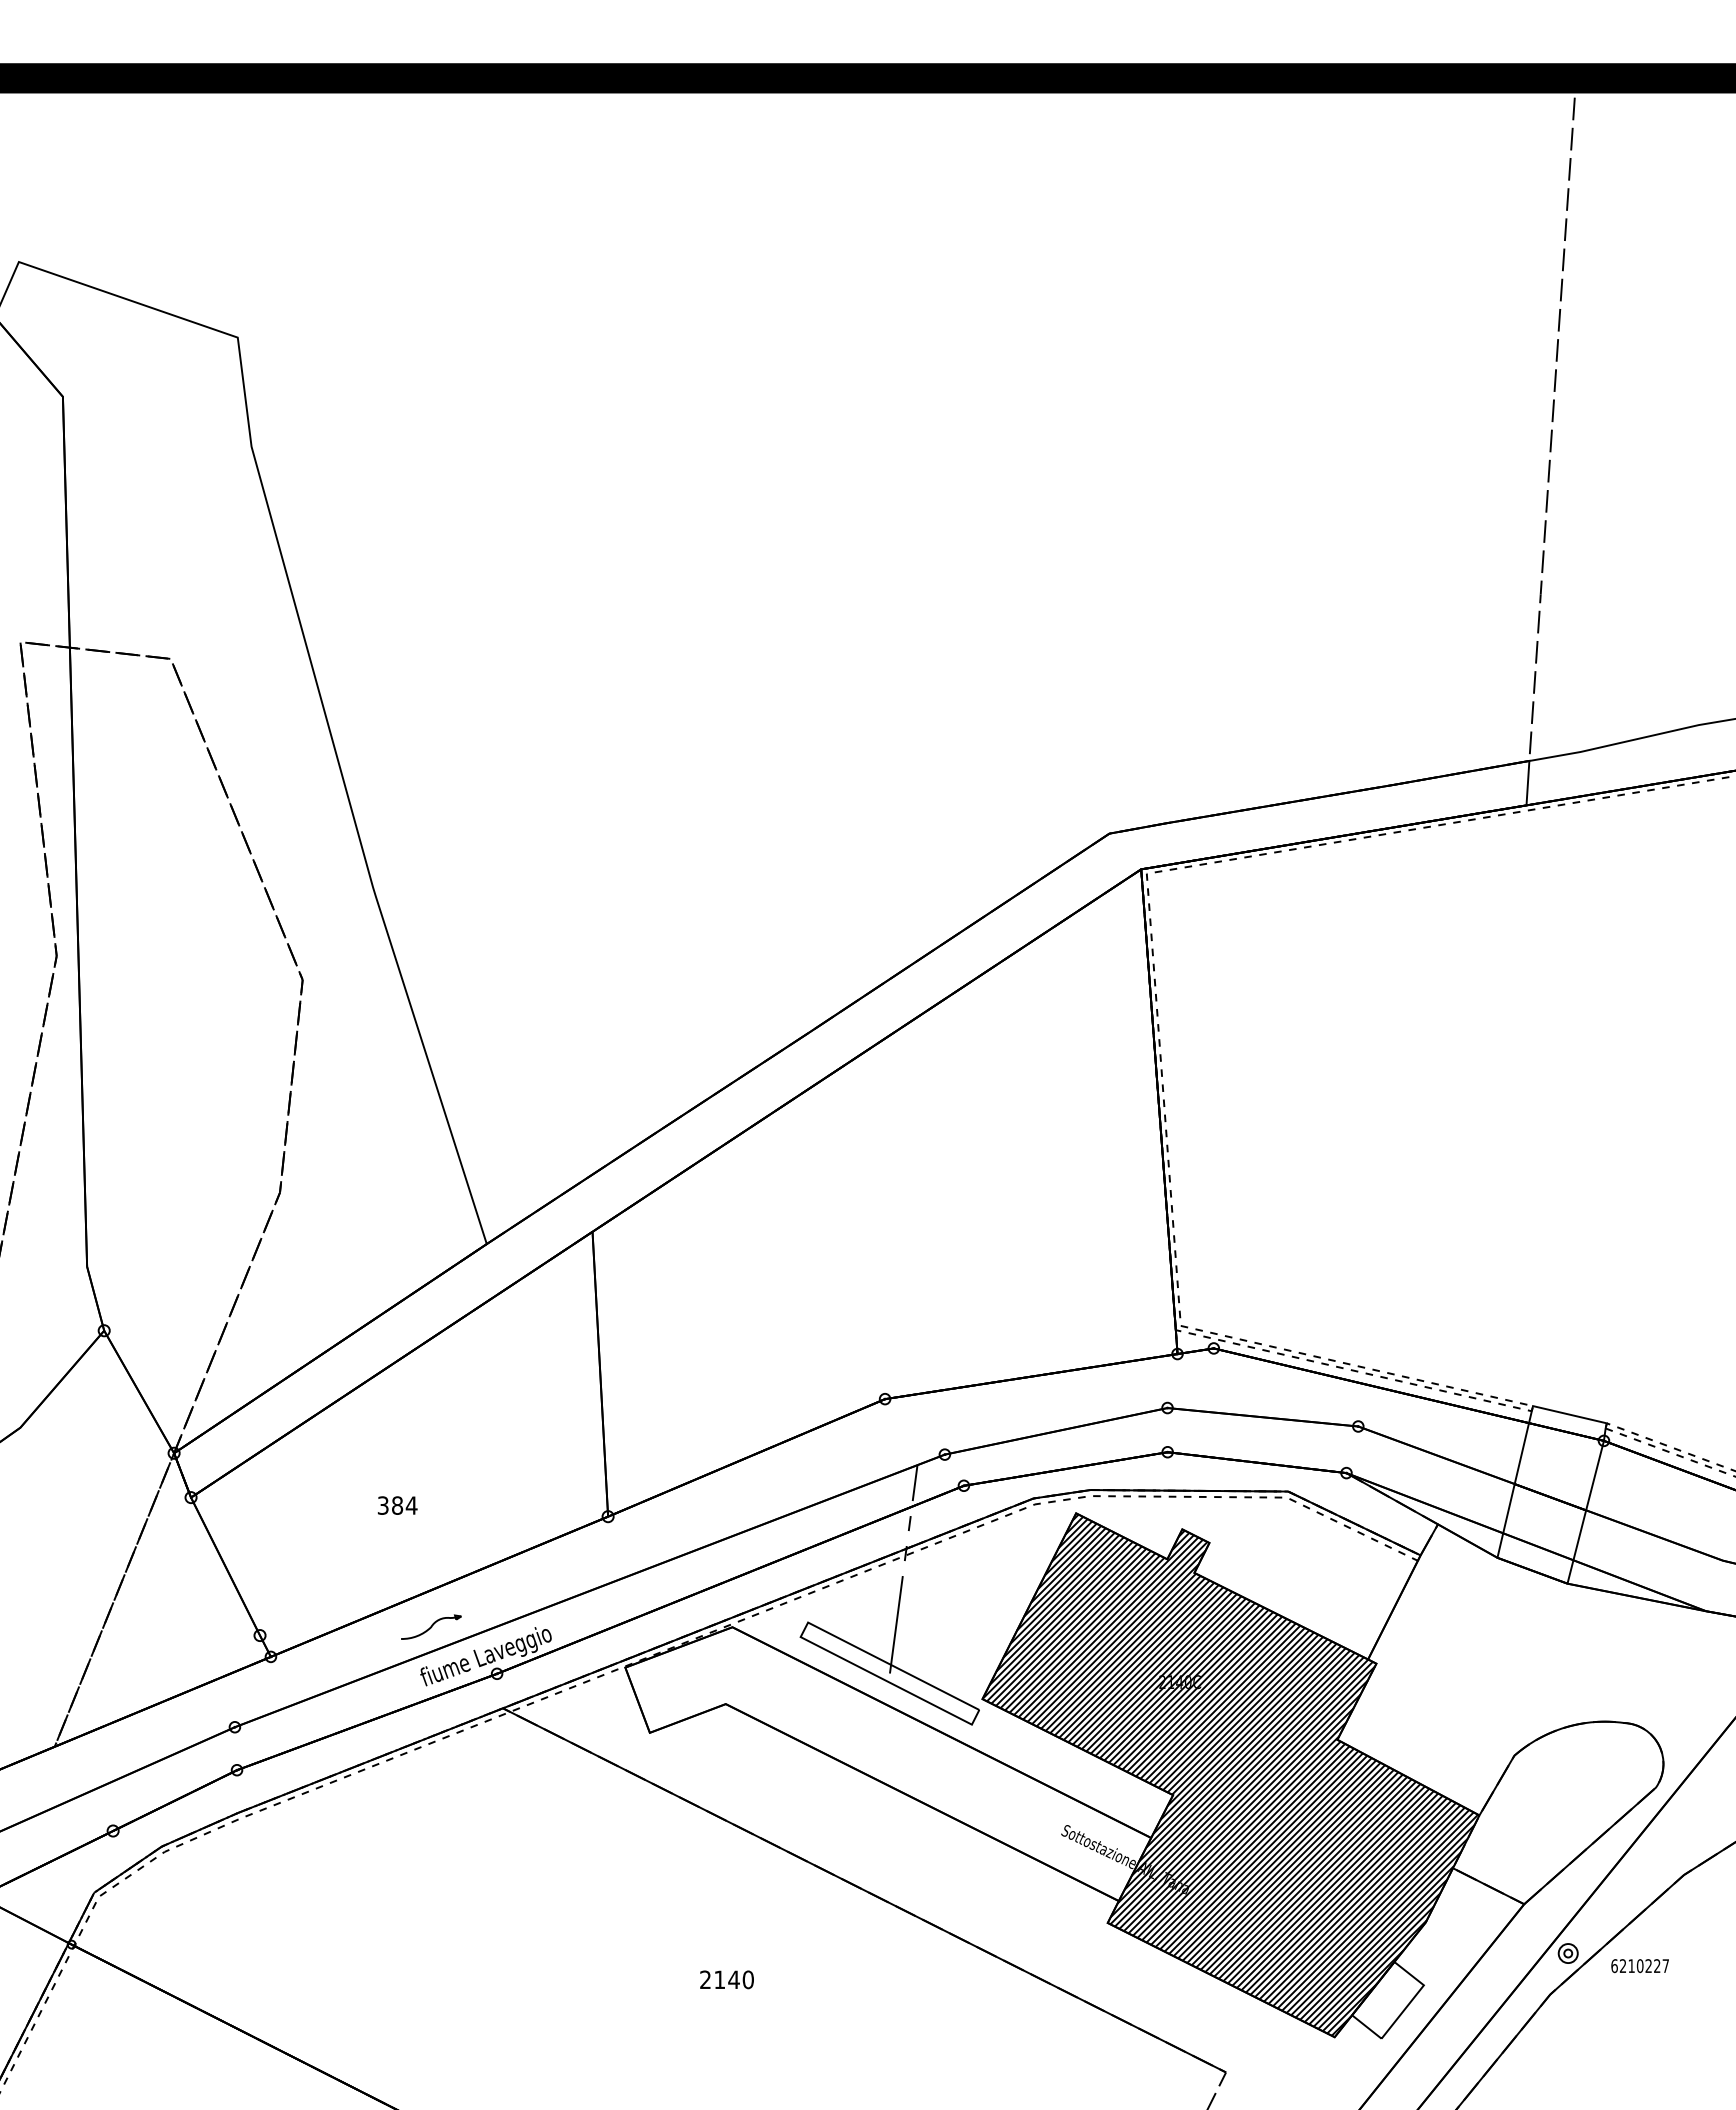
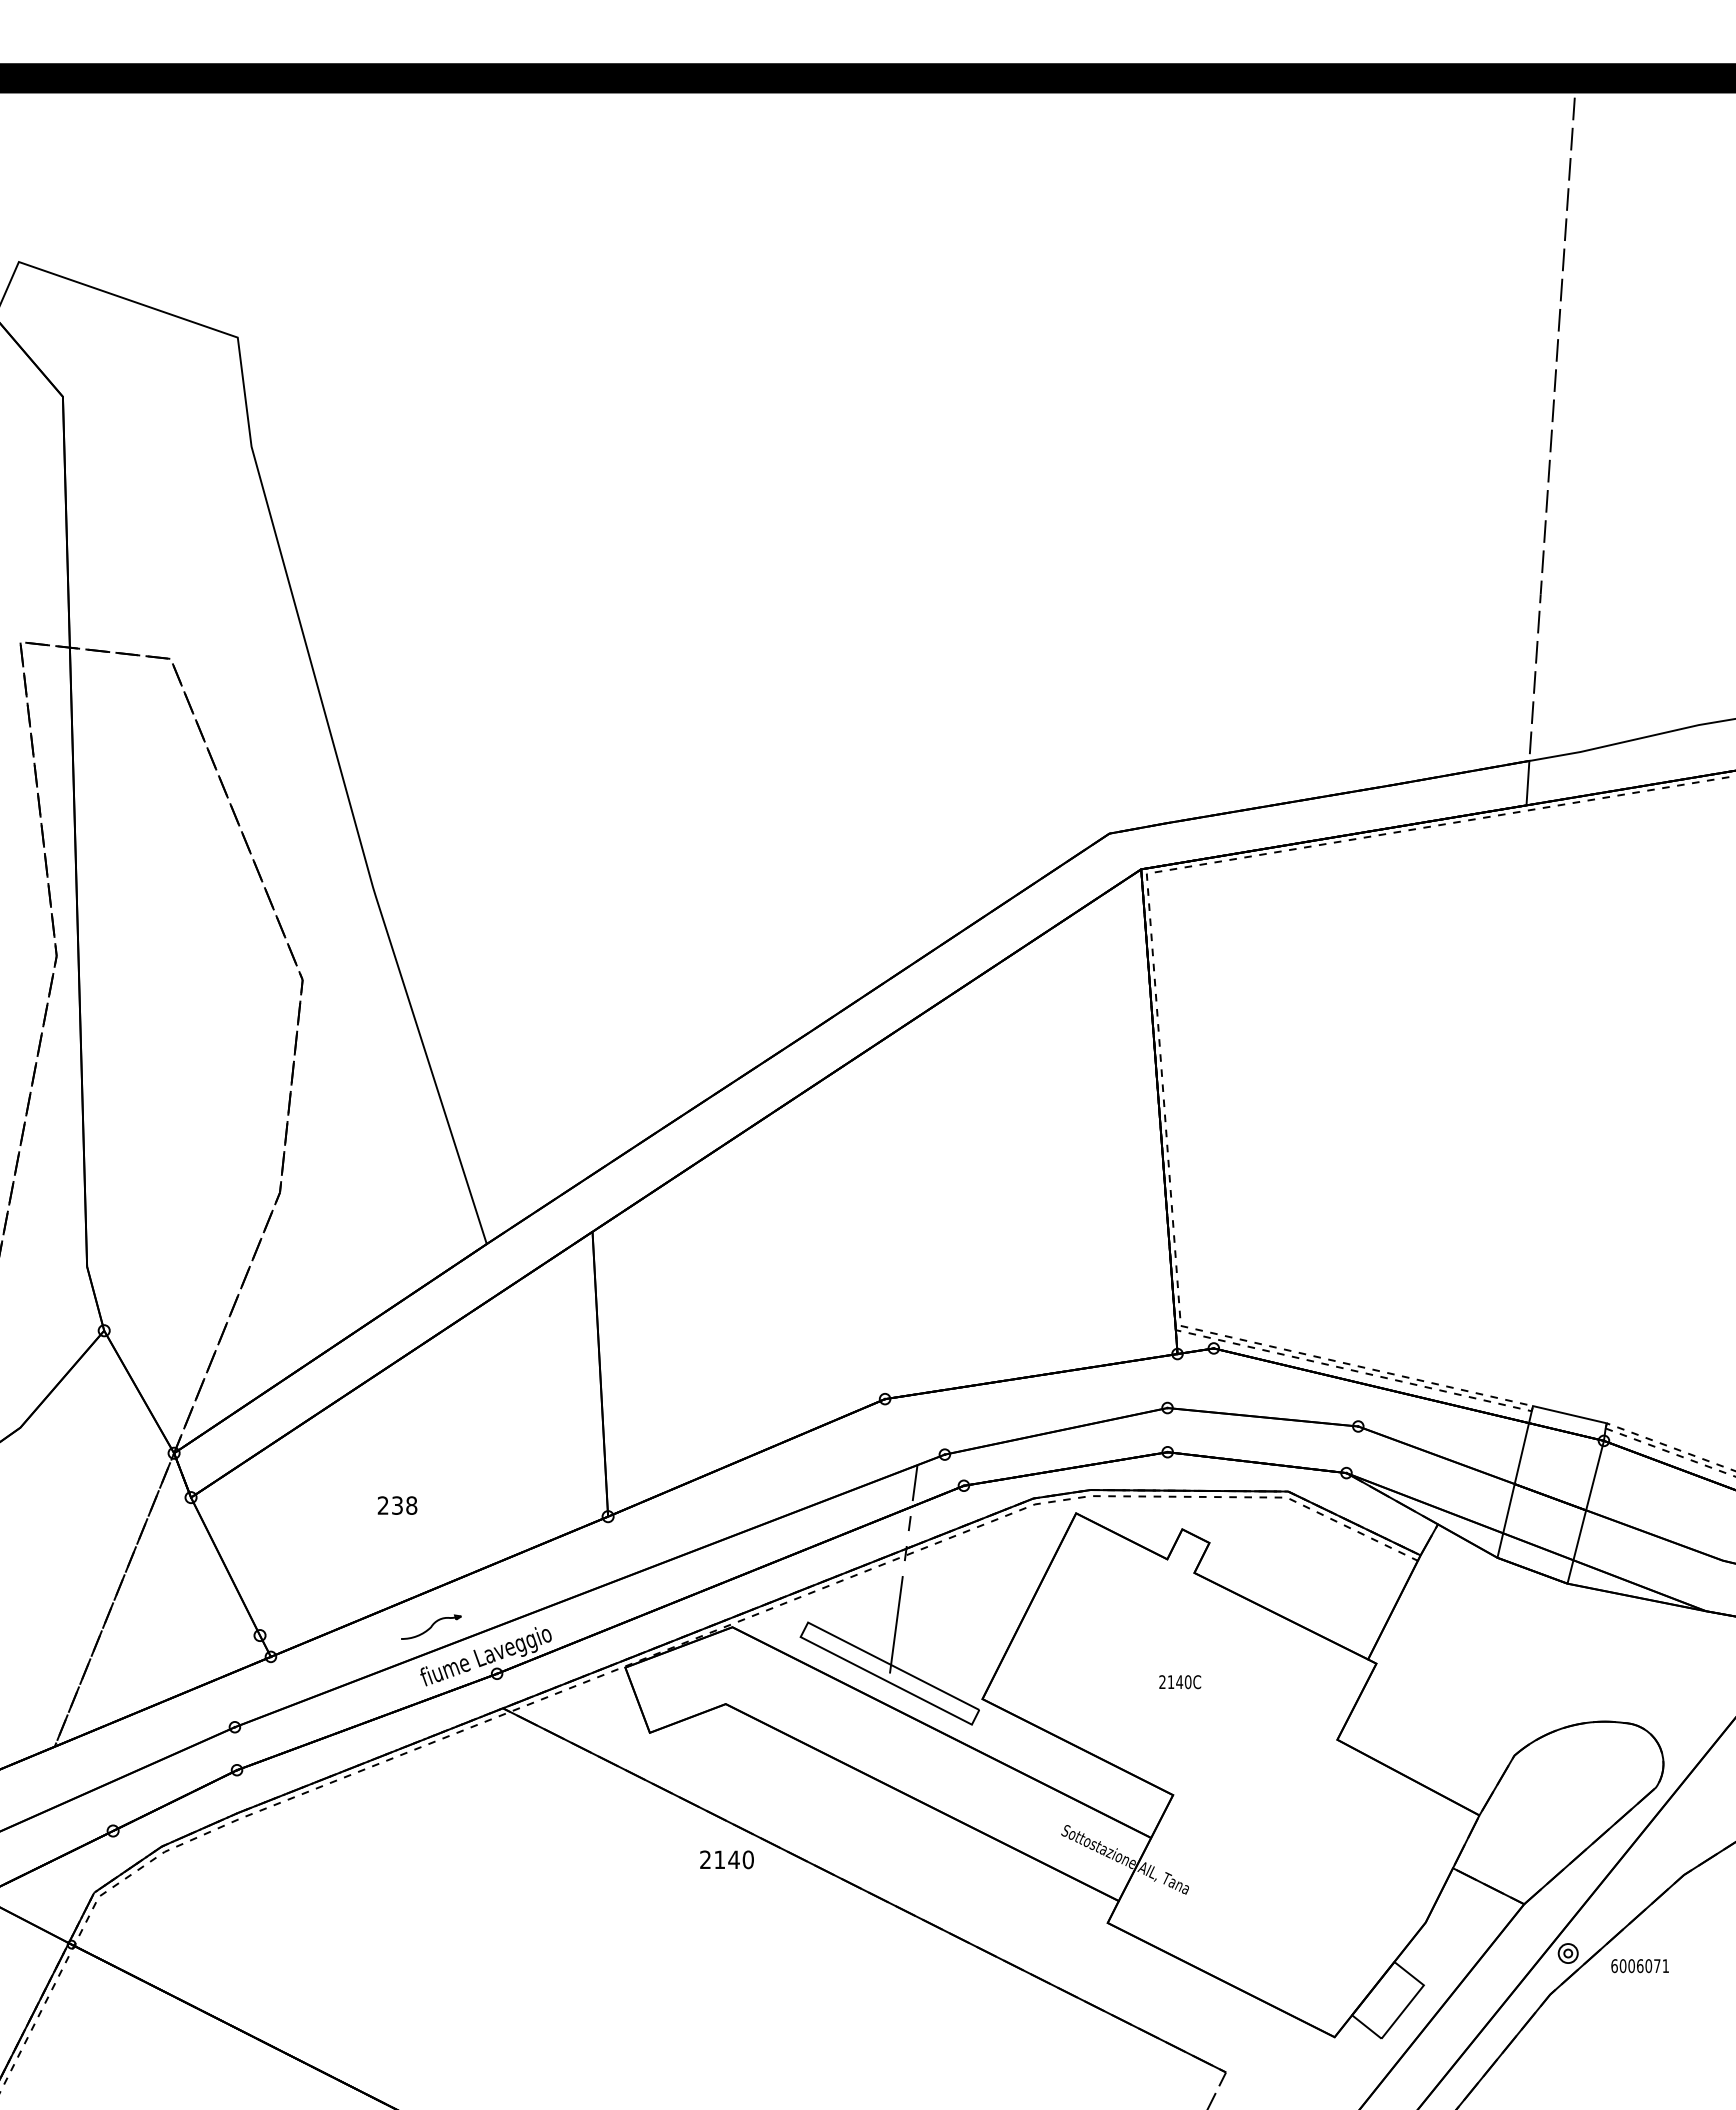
text at (397, 1505): 384 -> 238
hatch at (1230, 1774): present -> none
text at (1643, 1966): 6210227 -> 6006071
text at (726, 1979) position: (726, 1979) -> (726, 1859)
